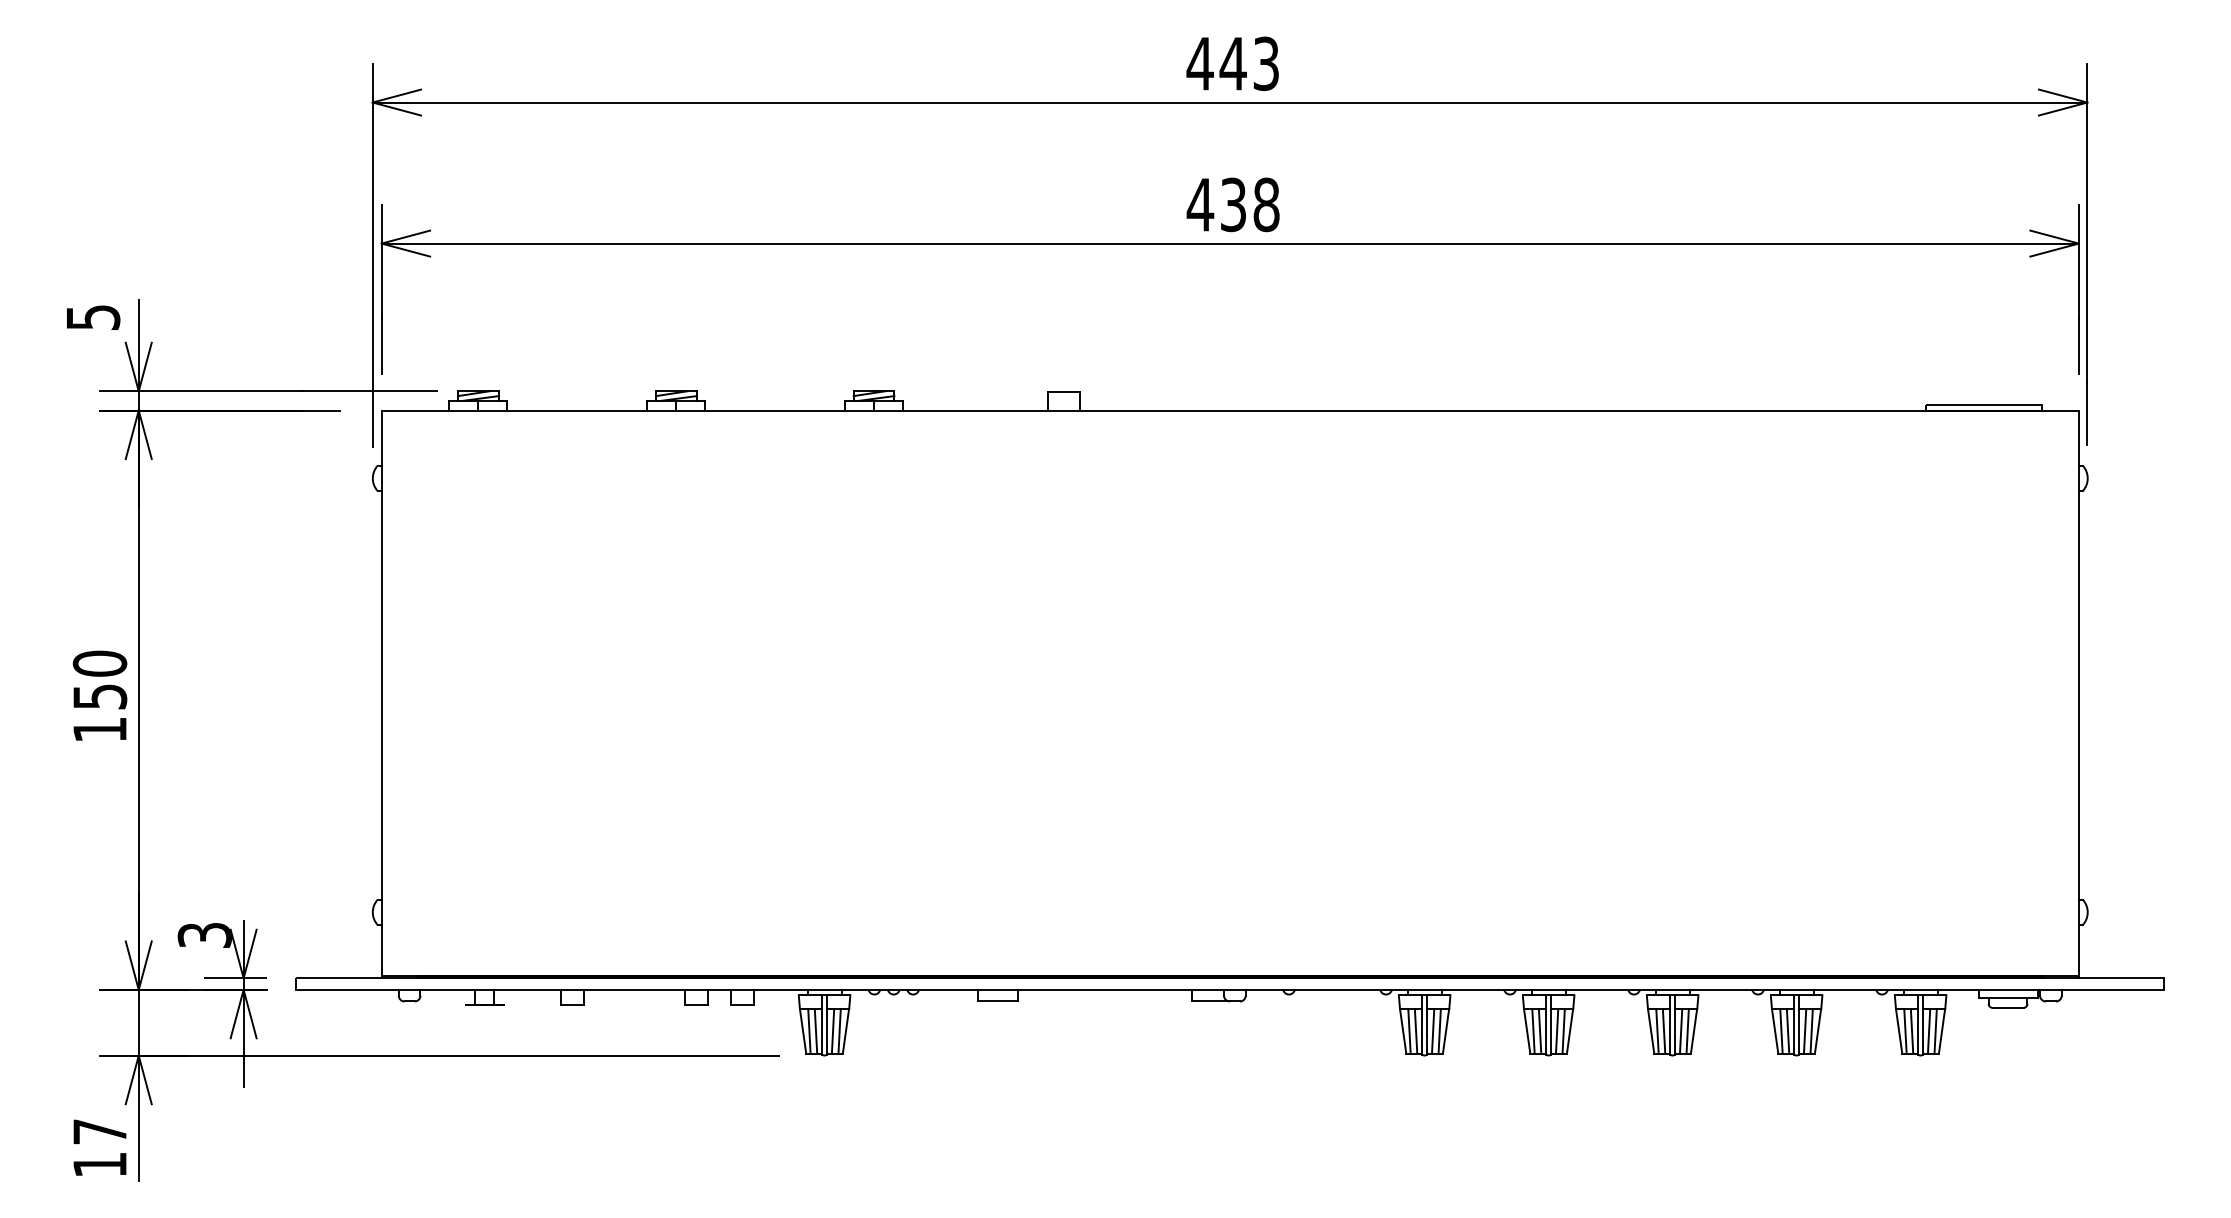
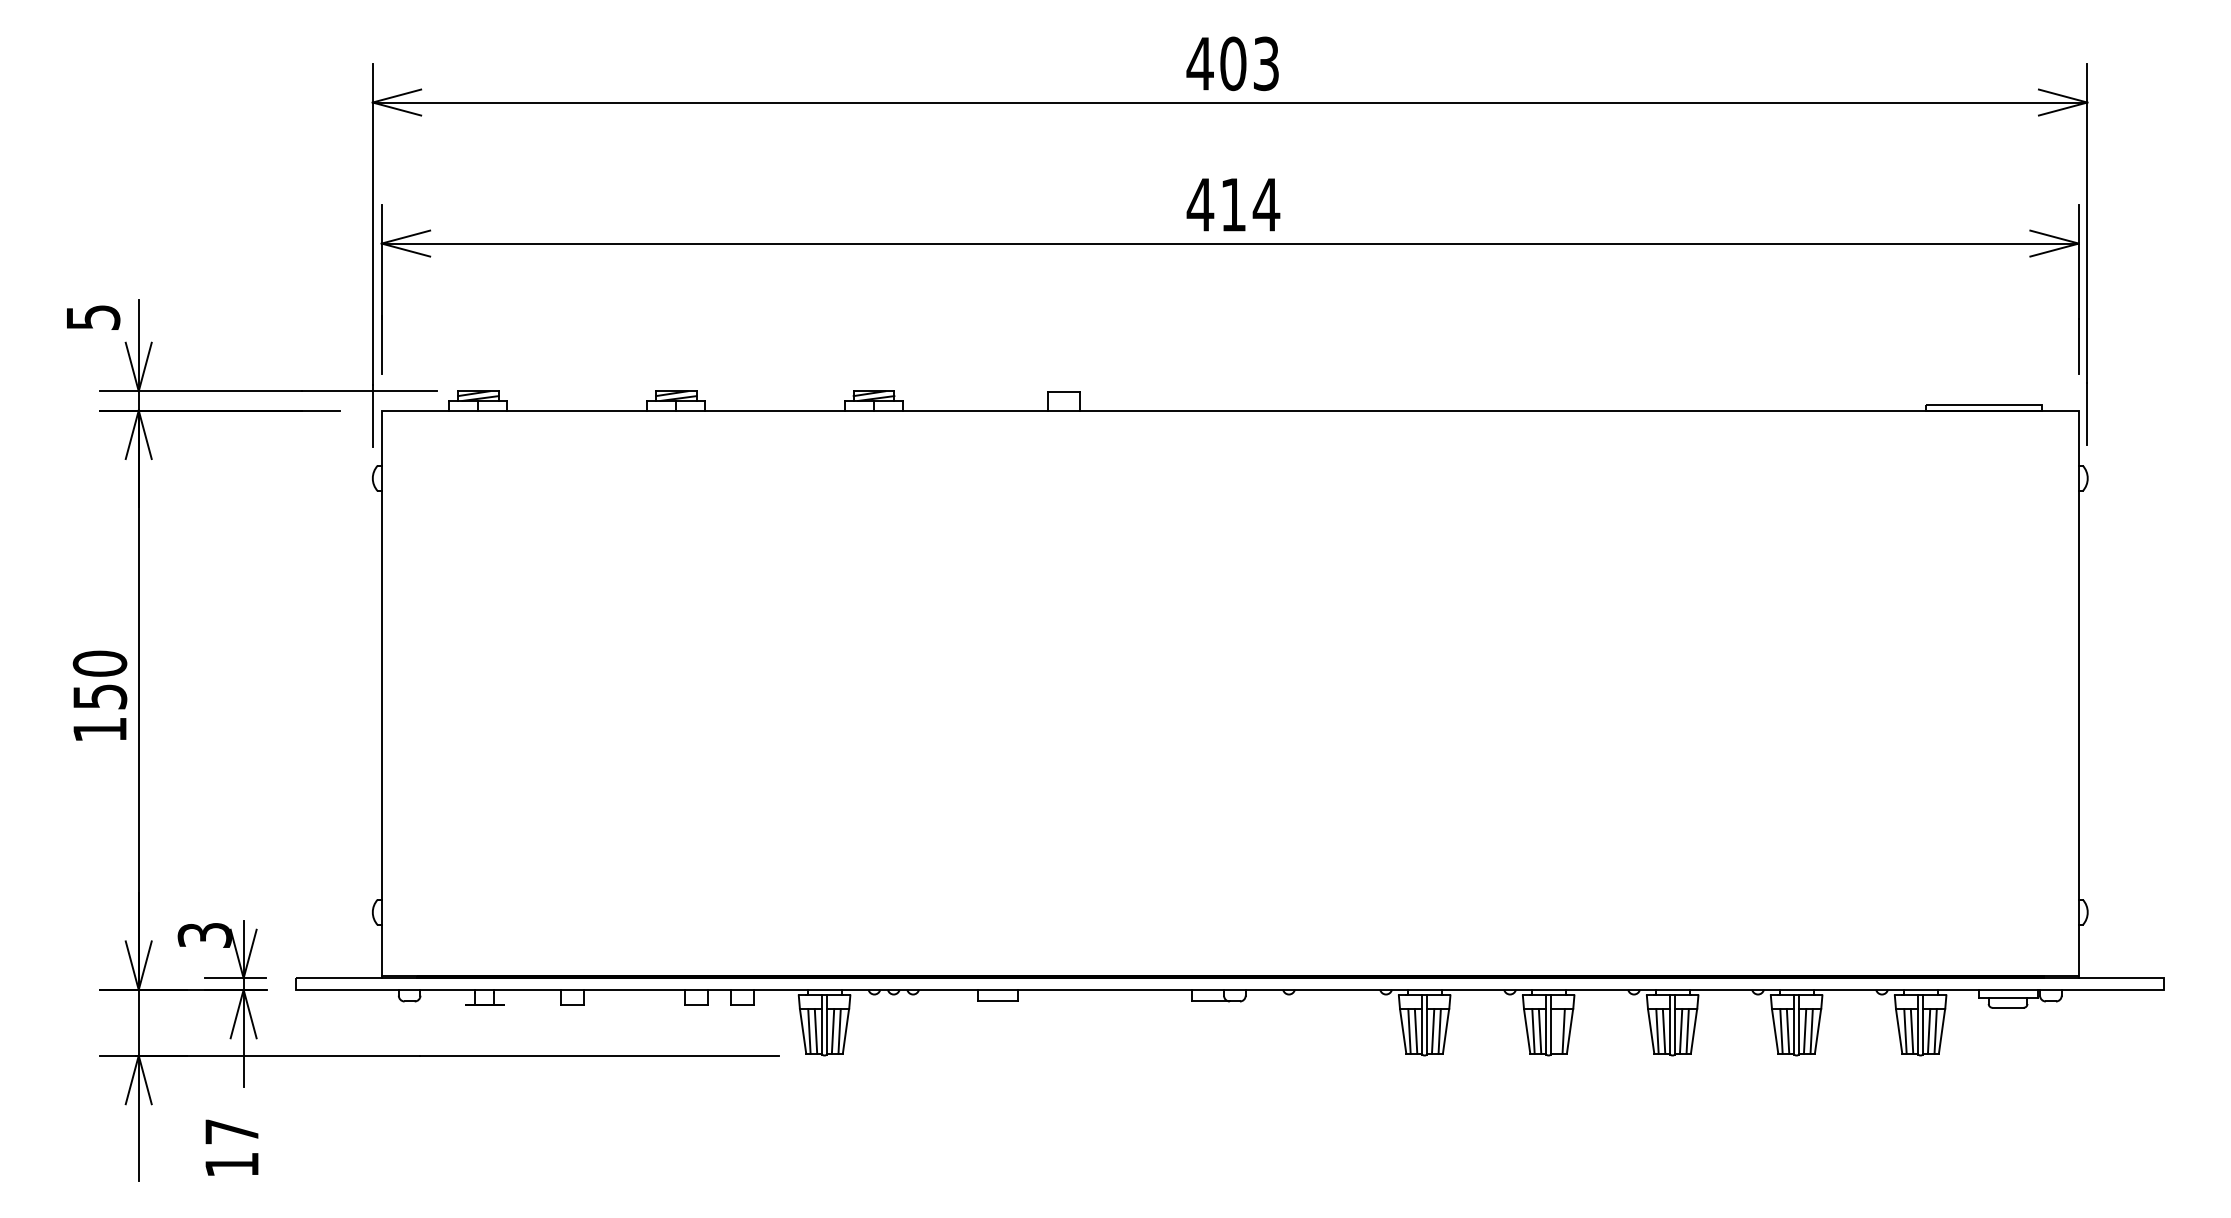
text at (1232, 63): 443 -> 403
text at (1250, 204): 438 -> 414
line at (1556, 1031): present -> none
text at (99, 1147) position: (99, 1147) -> (231, 1147)
